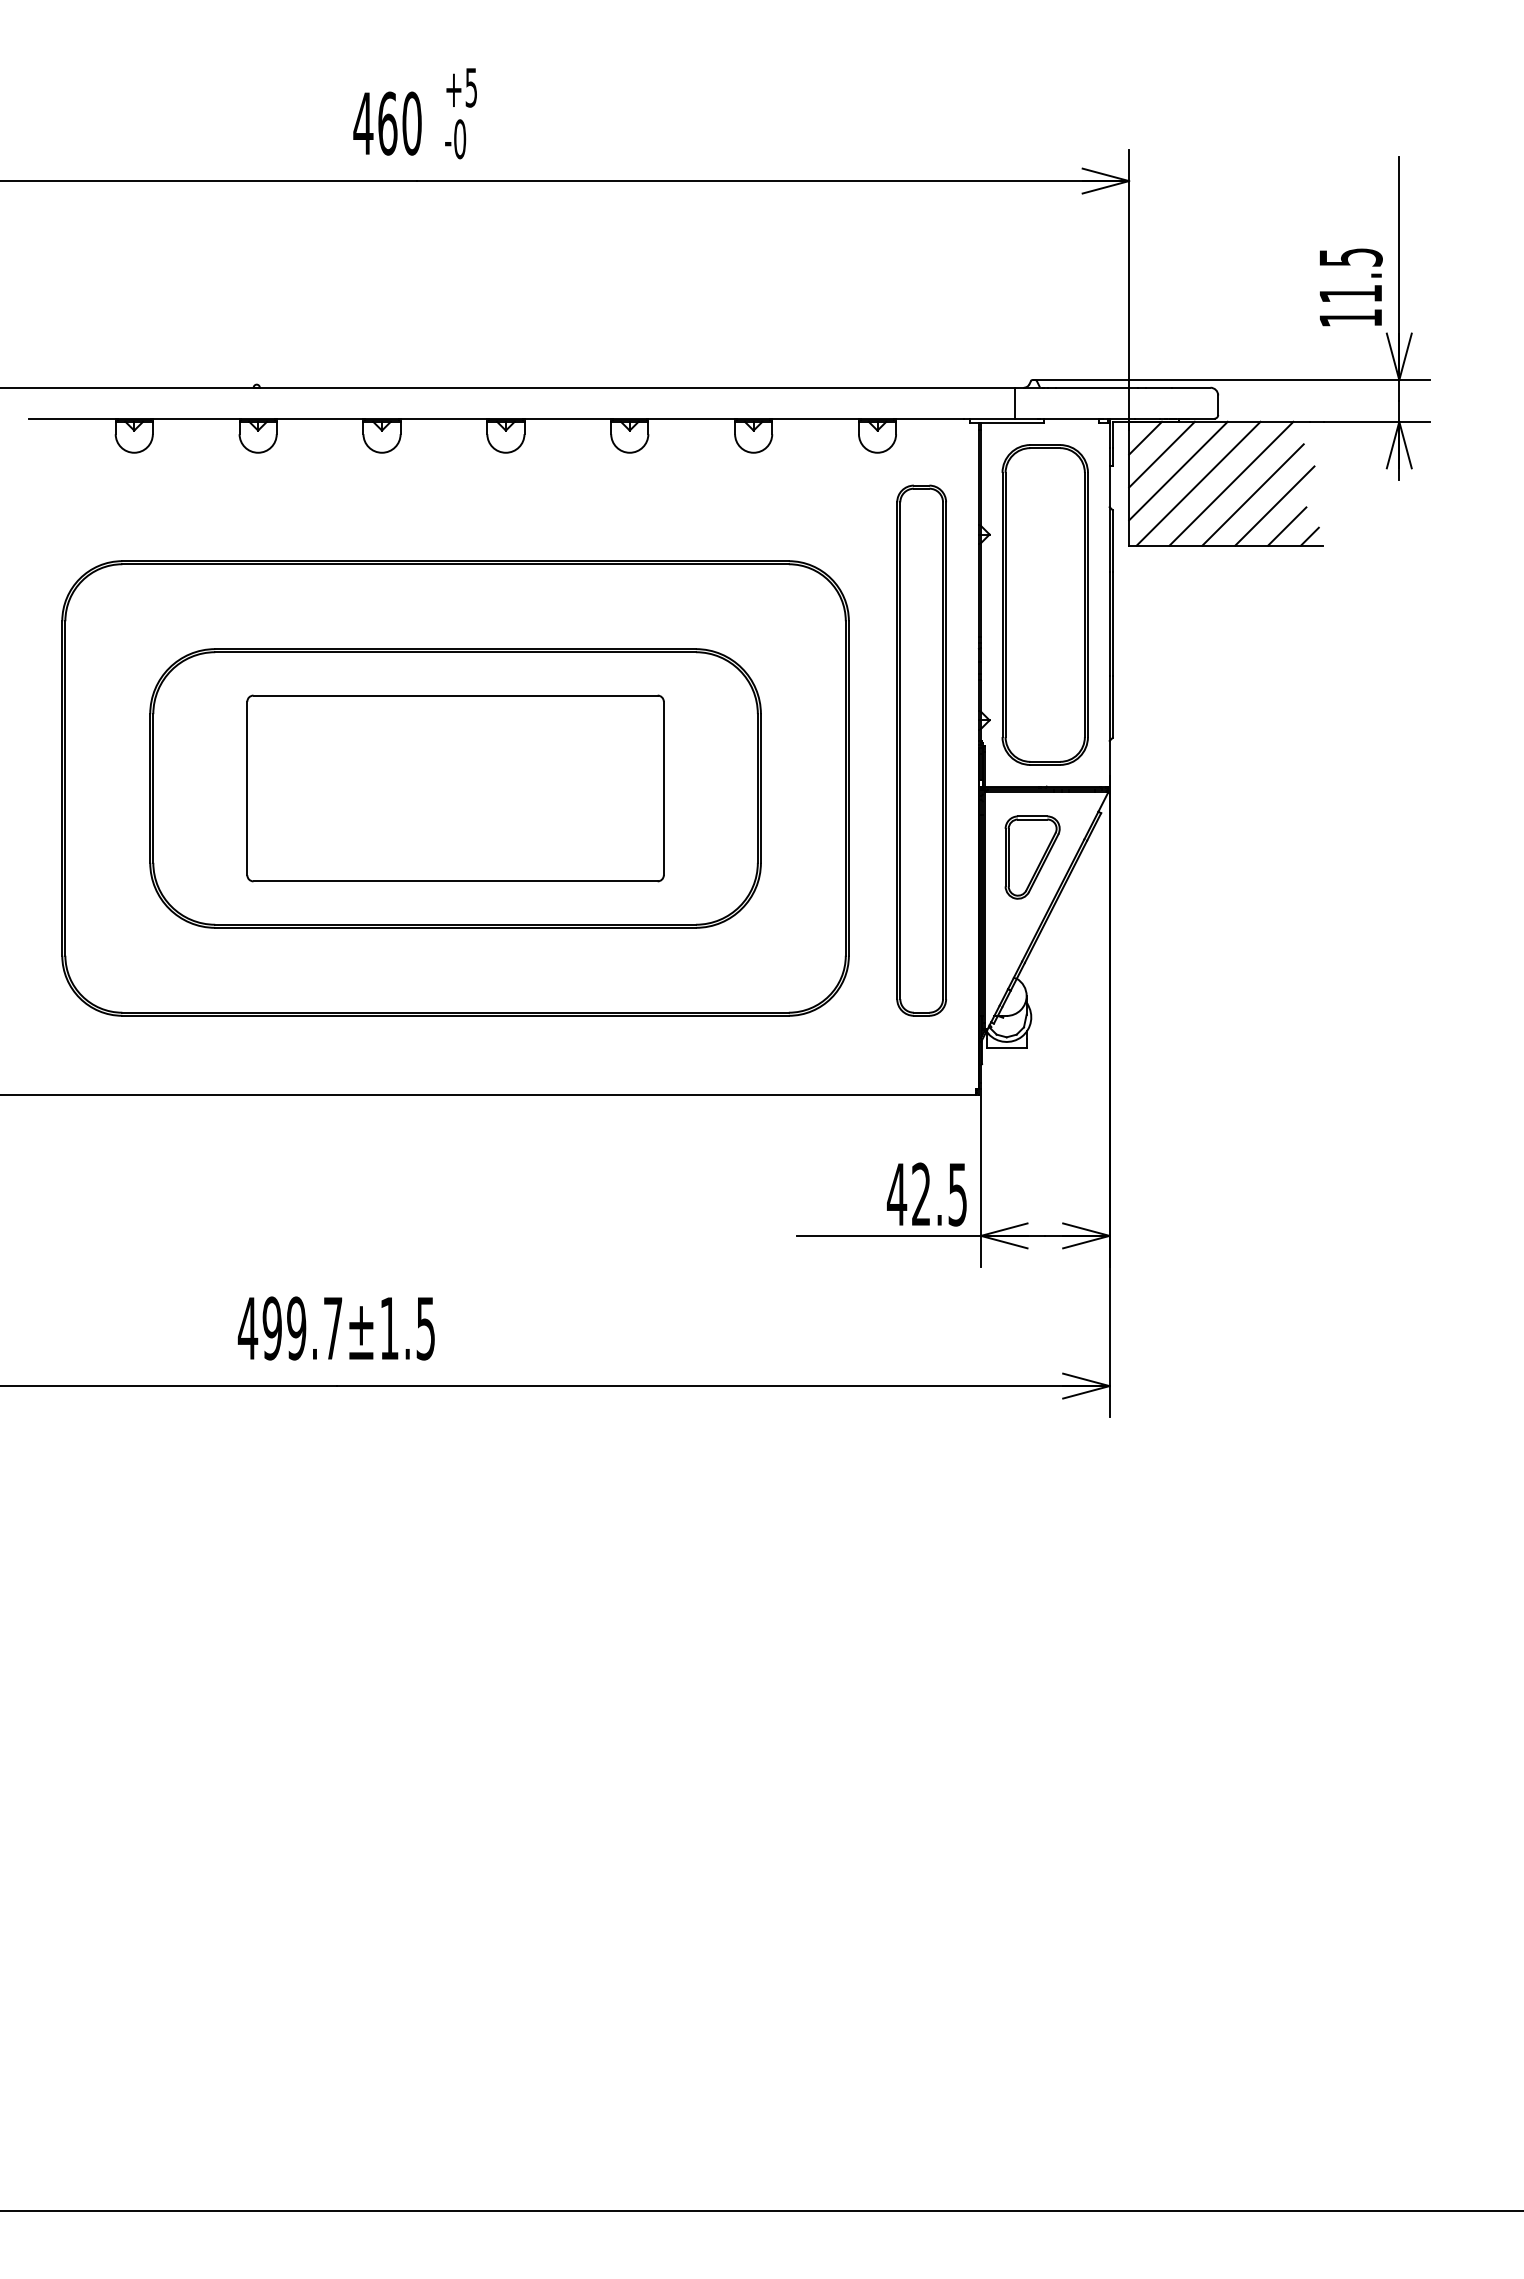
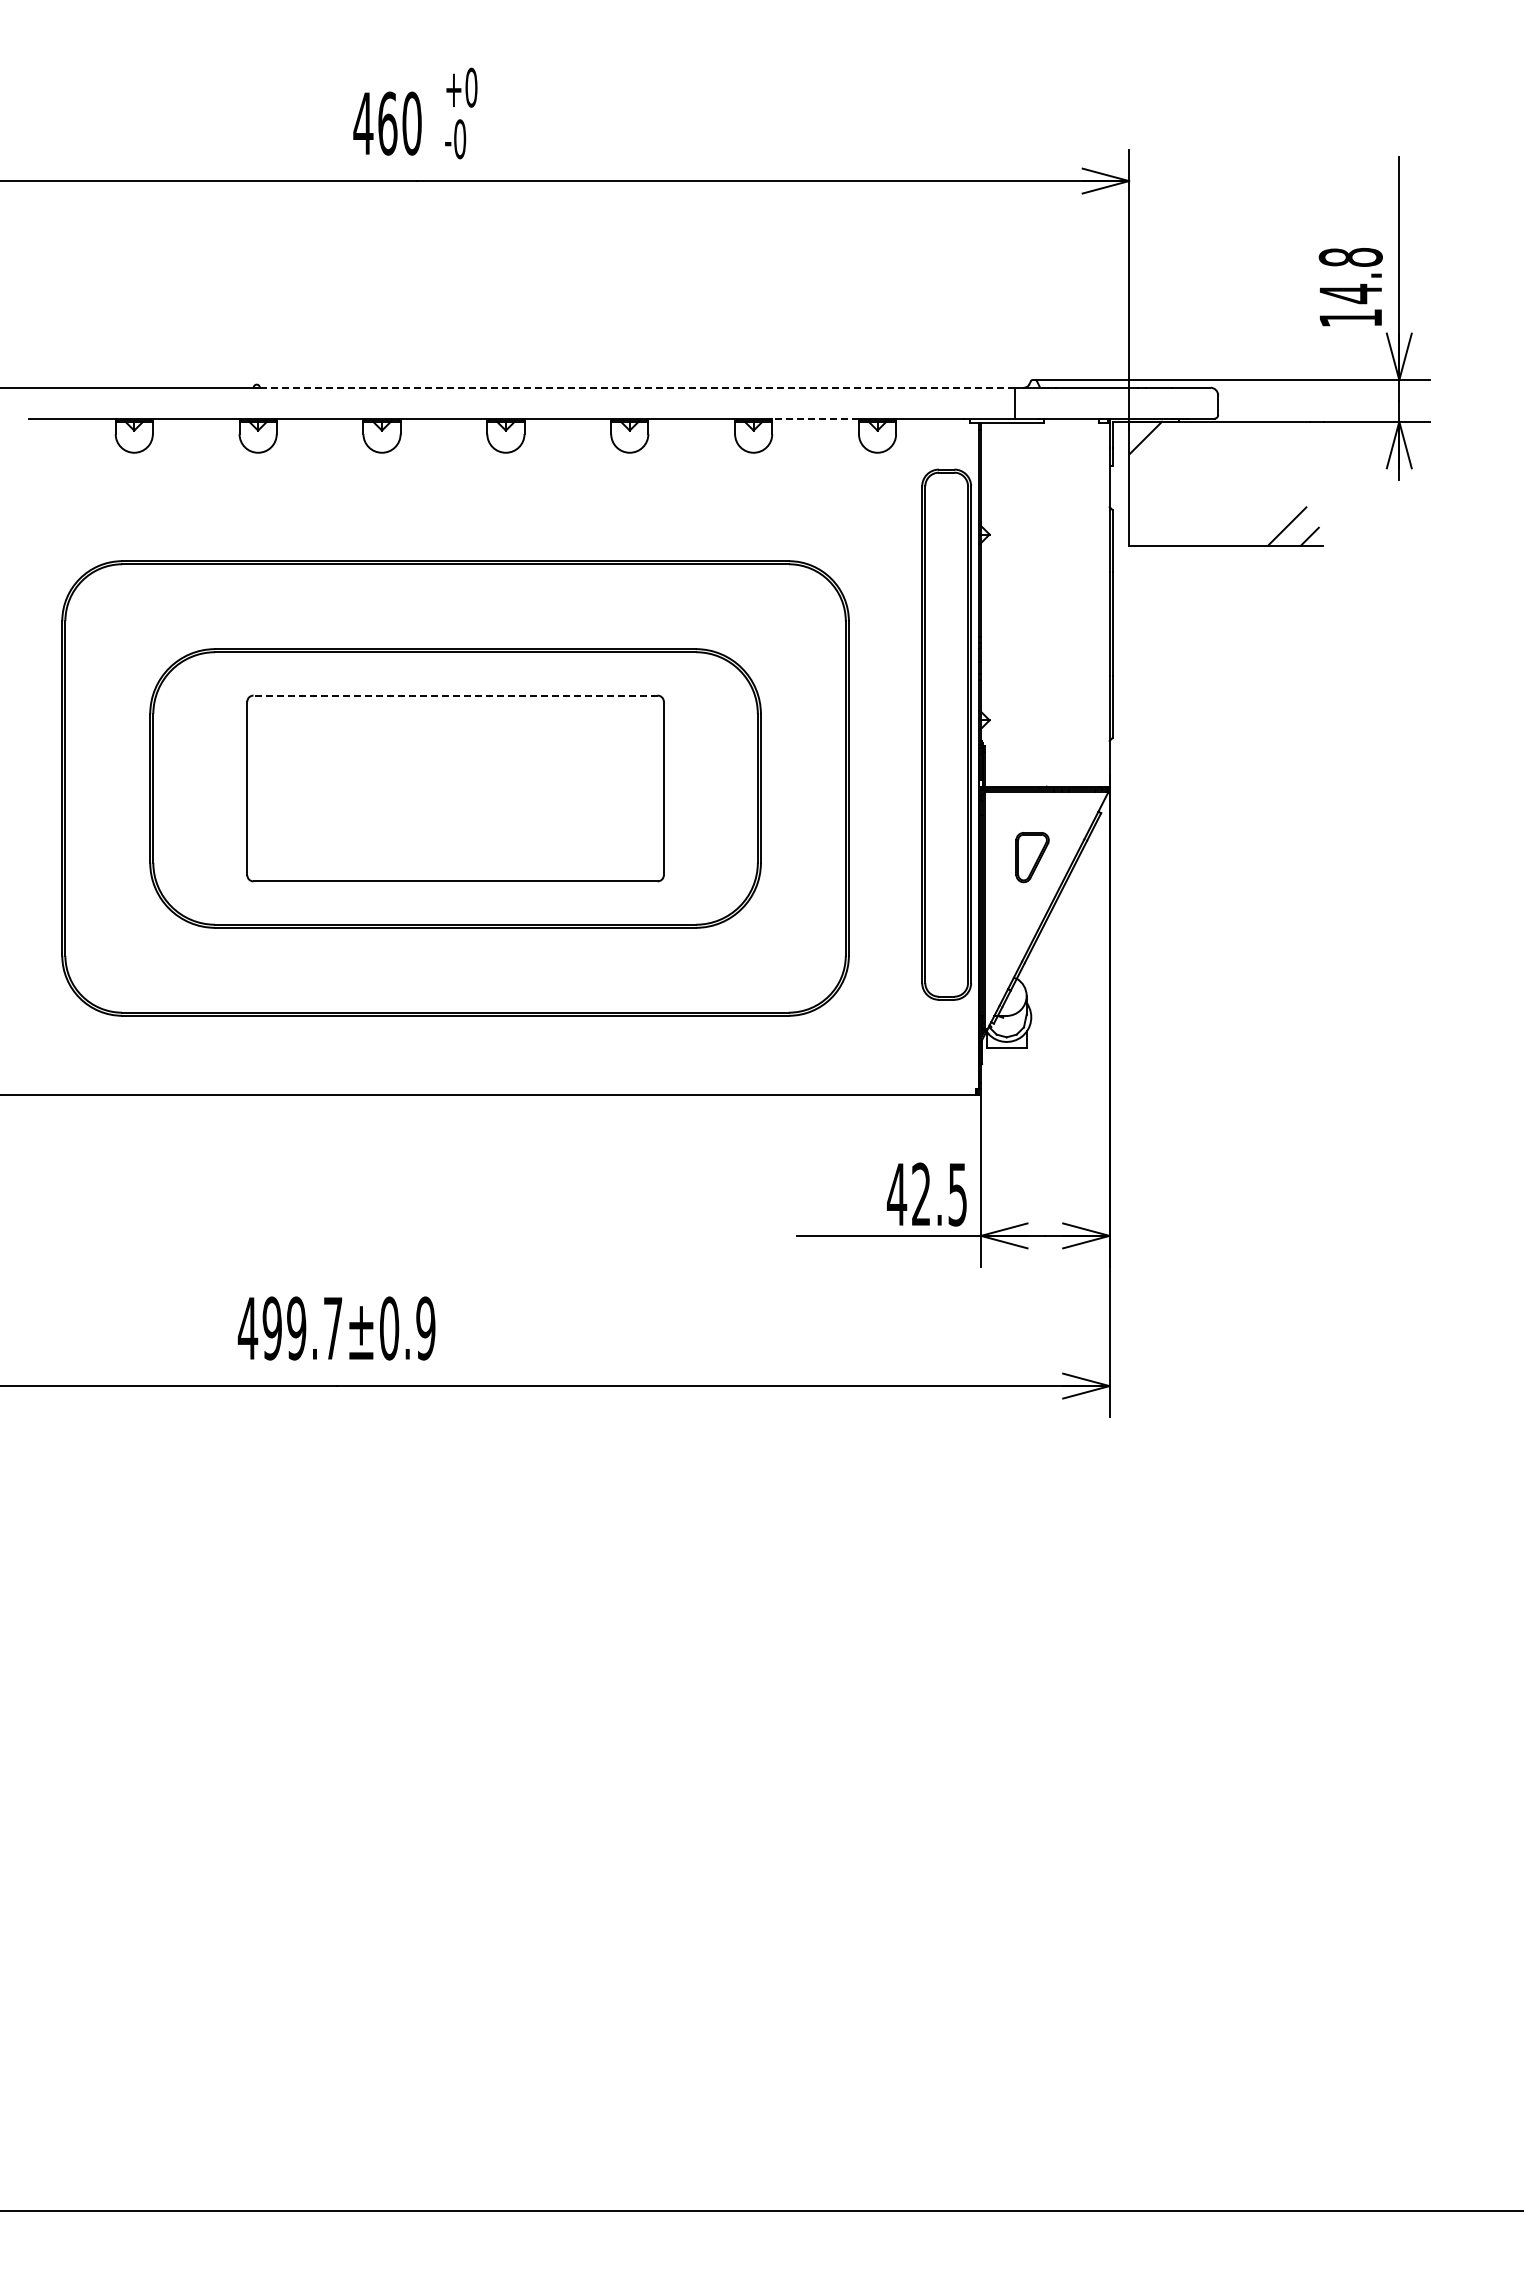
text at (471, 87): +5 -> +0
text at (1350, 275): 11.5 -> 14.8
line at (637, 387): solid -> dashed
line at (815, 418): solid -> dashed
line at (1161, 454): present -> none
line at (1178, 470): present -> none
line at (1198, 483): present -> none
line at (1231, 483): present -> none
line at (1252, 494): present -> none
line at (1274, 505): present -> none
part at (1044, 604): present -> none
line at (455, 695): solid -> dashed
part at (921, 750) position: (921, 750) -> (946, 734)
part at (1032, 857) size: 57x85 px -> 35x52 px
text at (407, 1328): 499.7±1.5 -> 499.7±0.9
